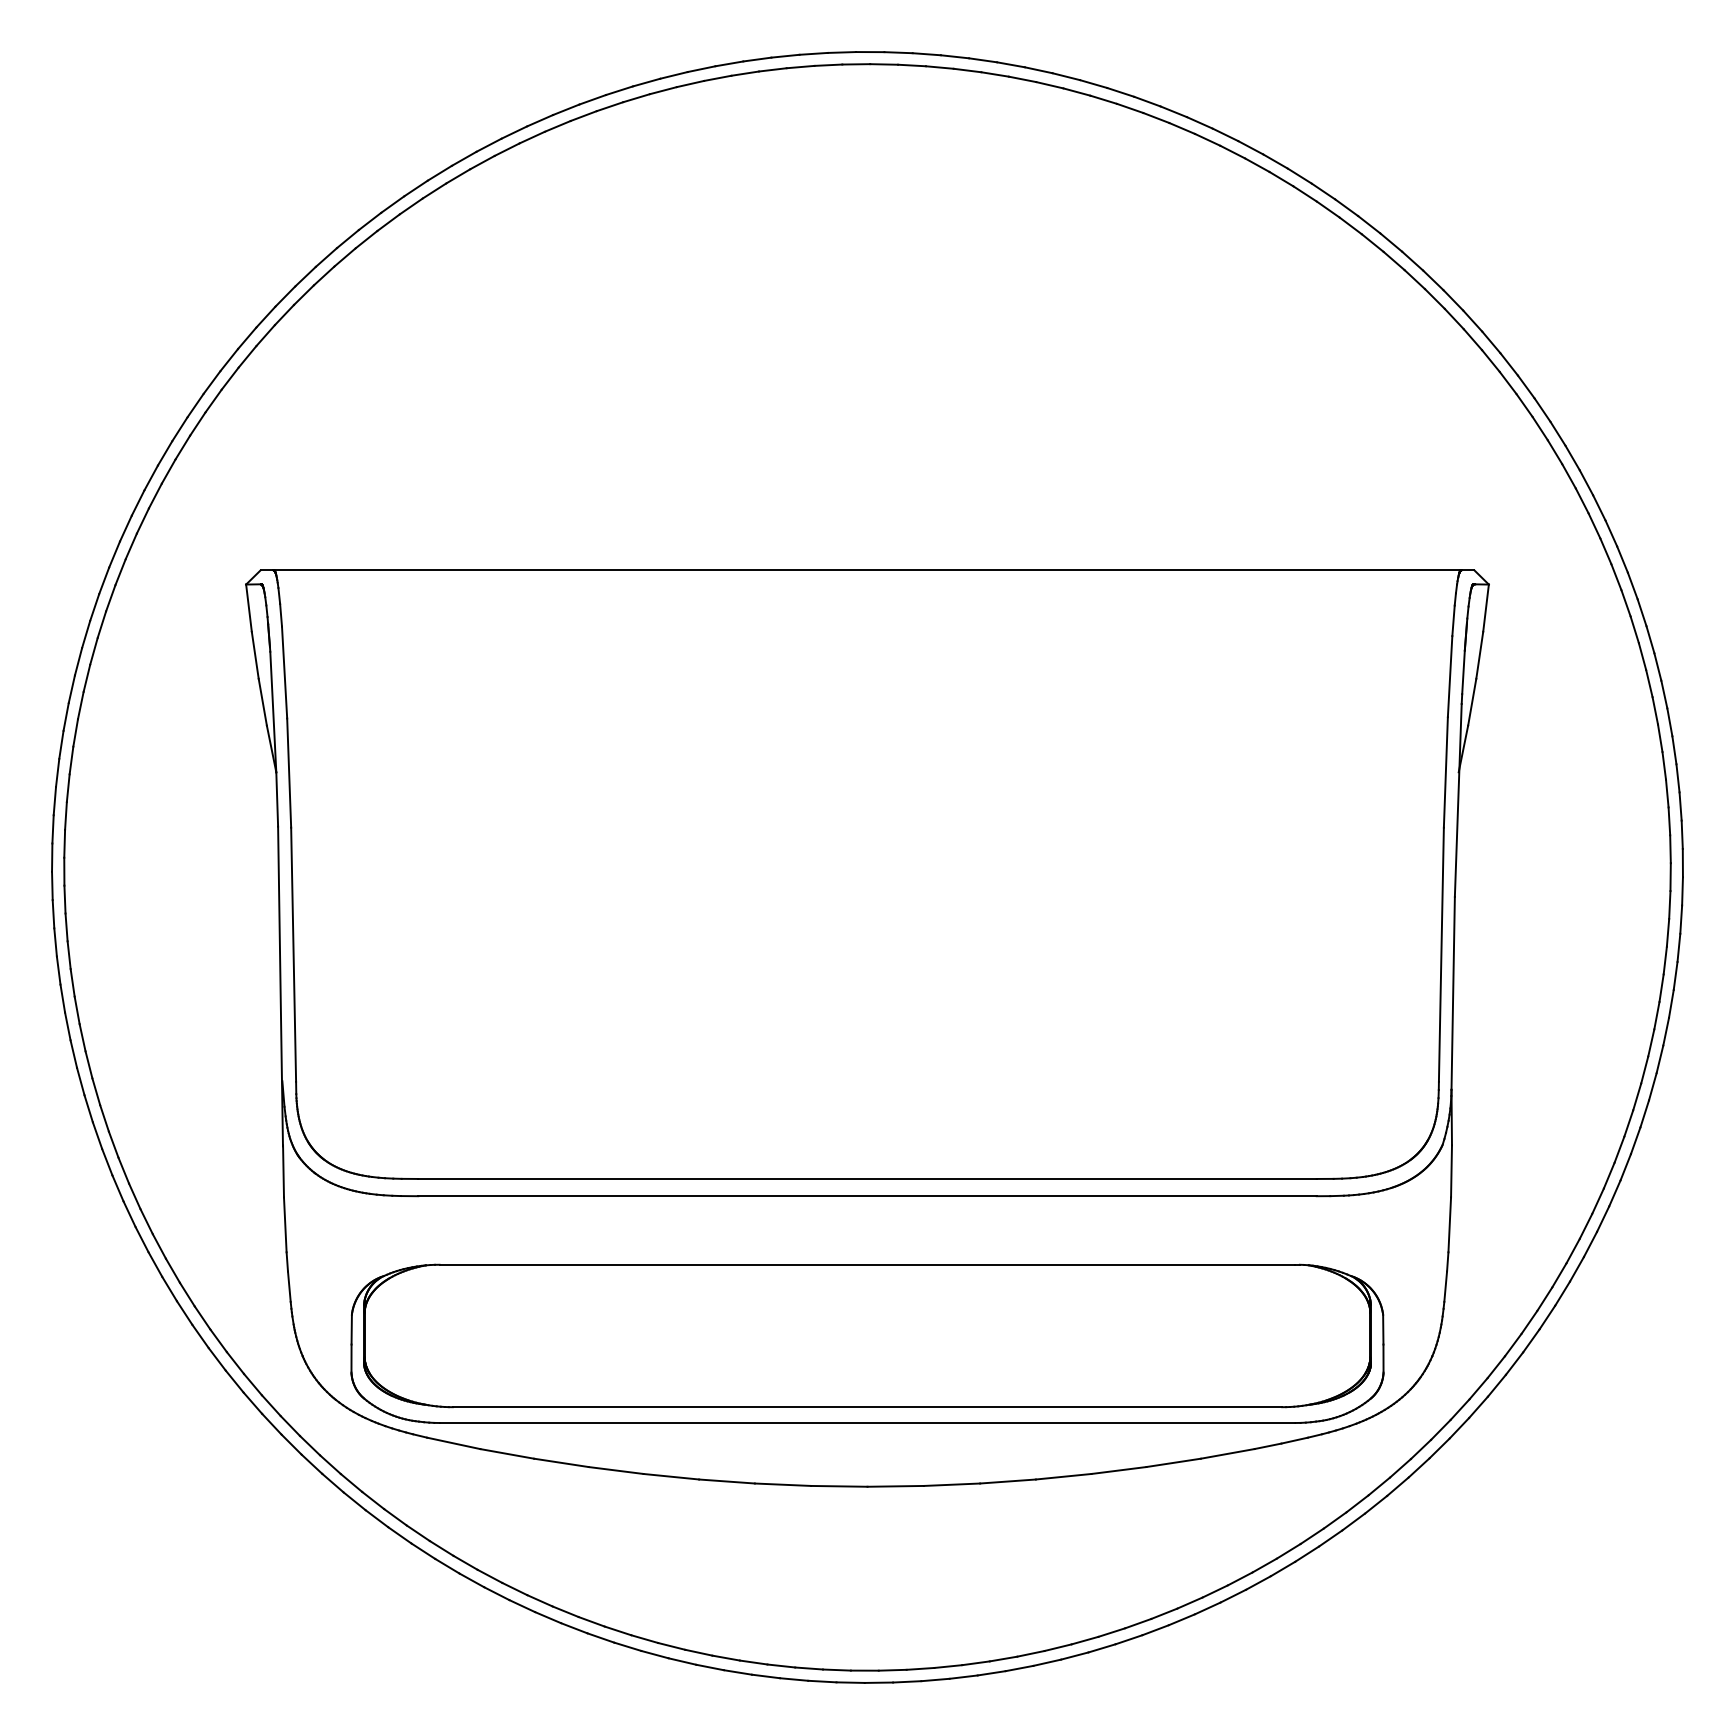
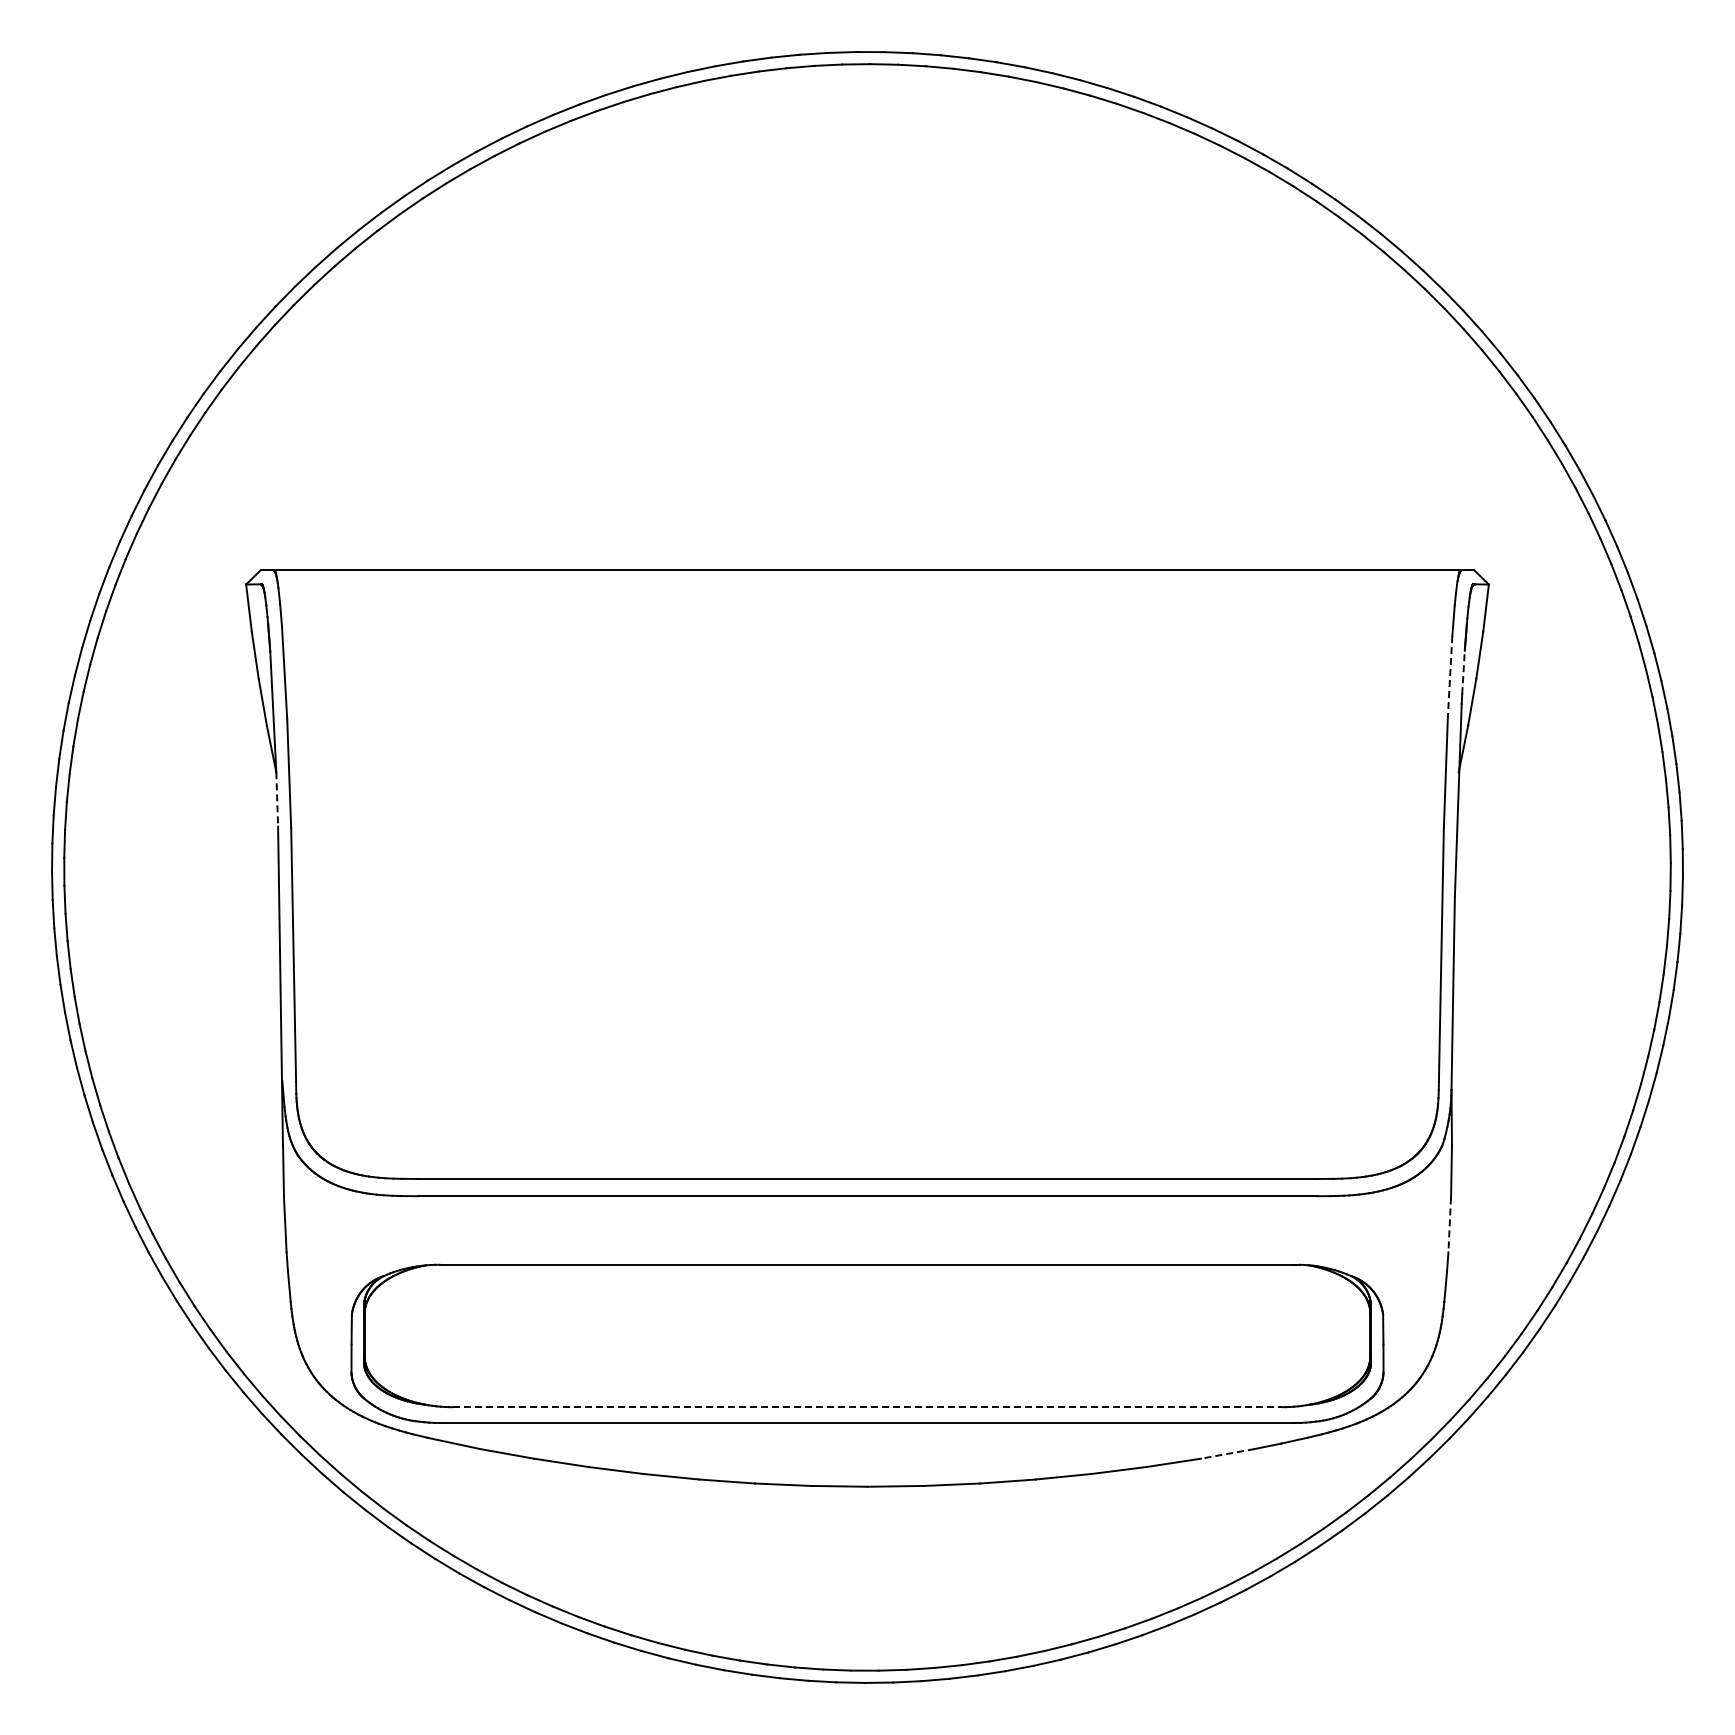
line at (1463, 672): solid -> dashed
line at (1450, 676): solid -> dashed
line at (277, 799): solid -> dashed
line at (1449, 1225): solid -> dashed
line at (867, 1407): solid -> dashed
line at (1227, 1453): solid -> dashed
